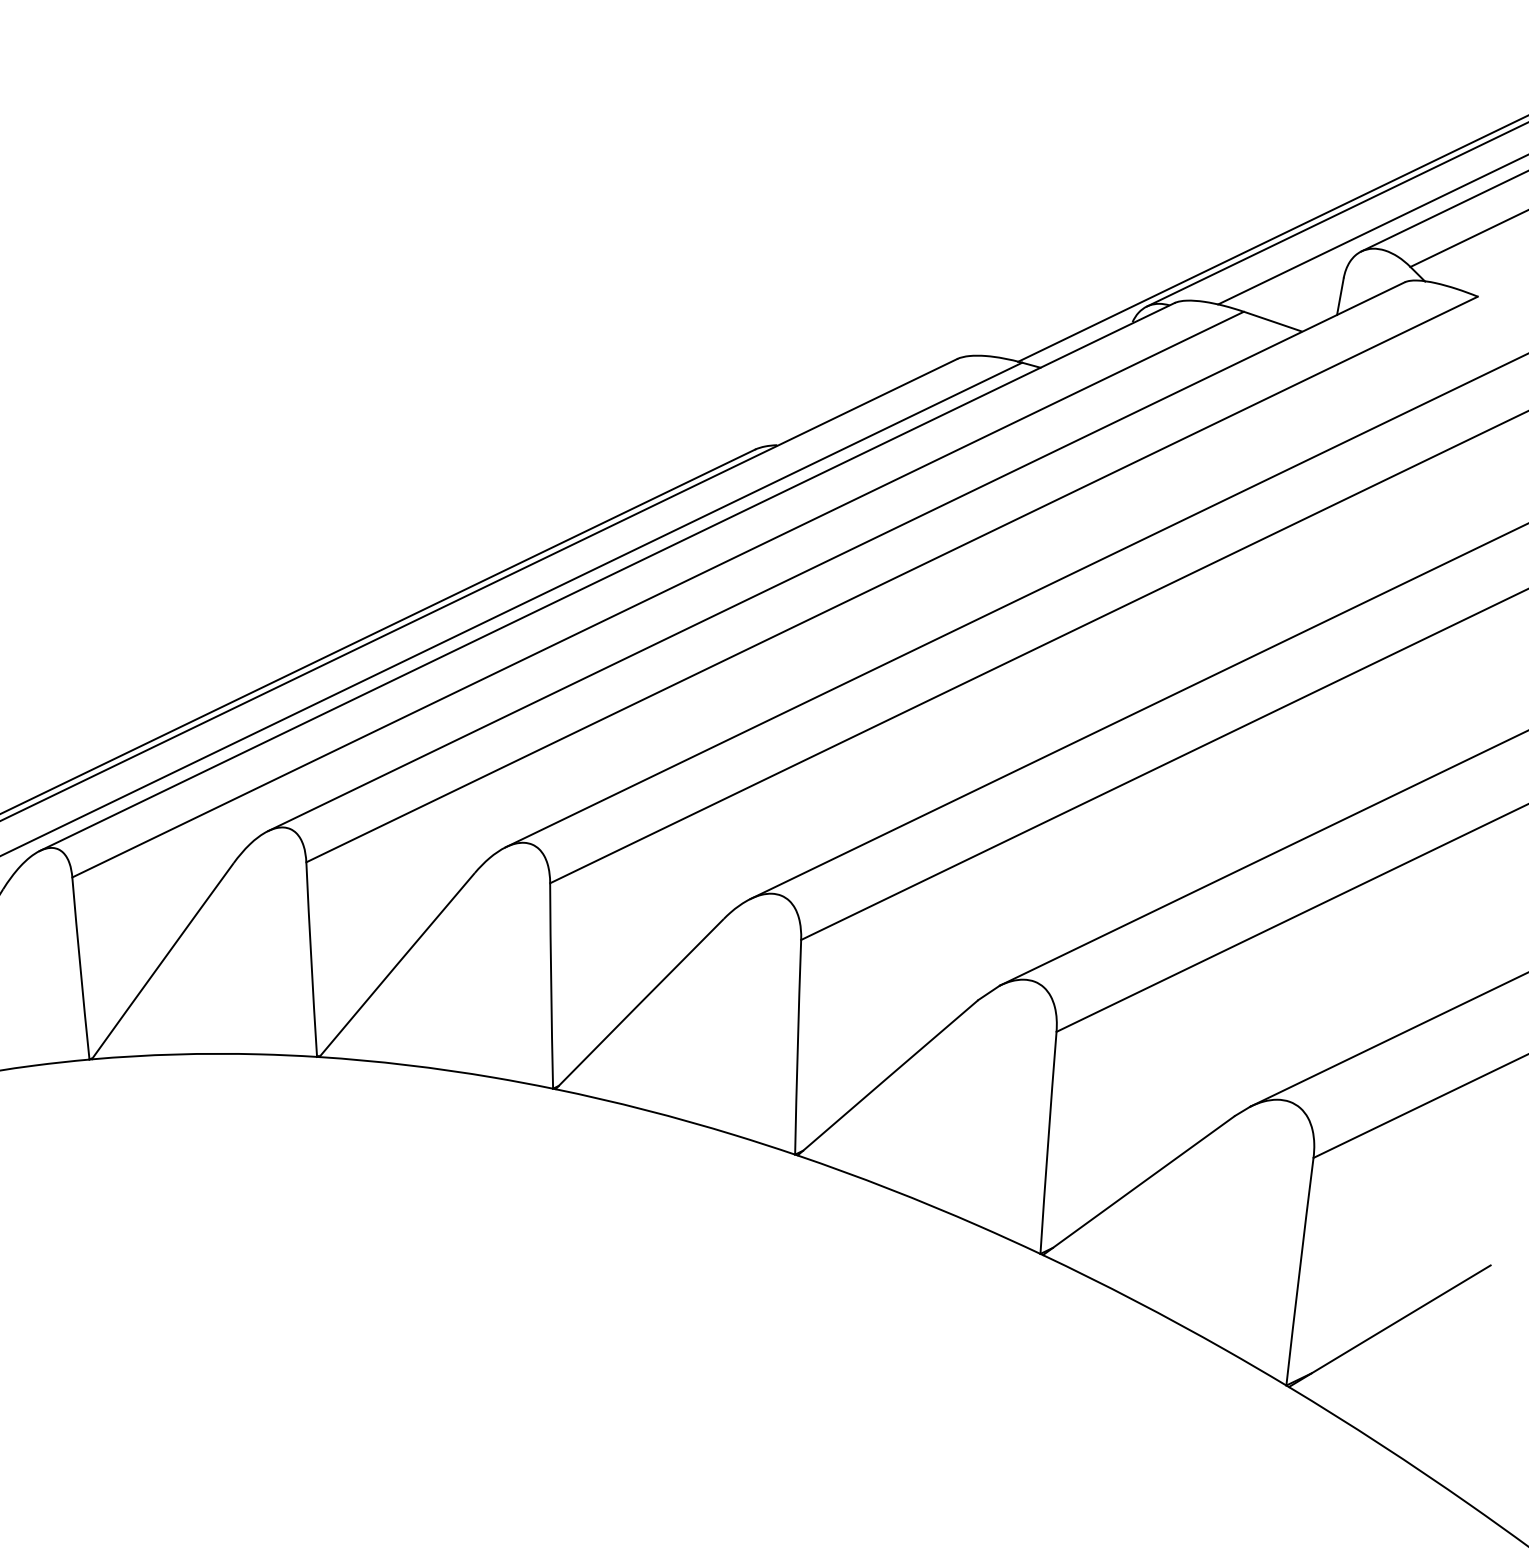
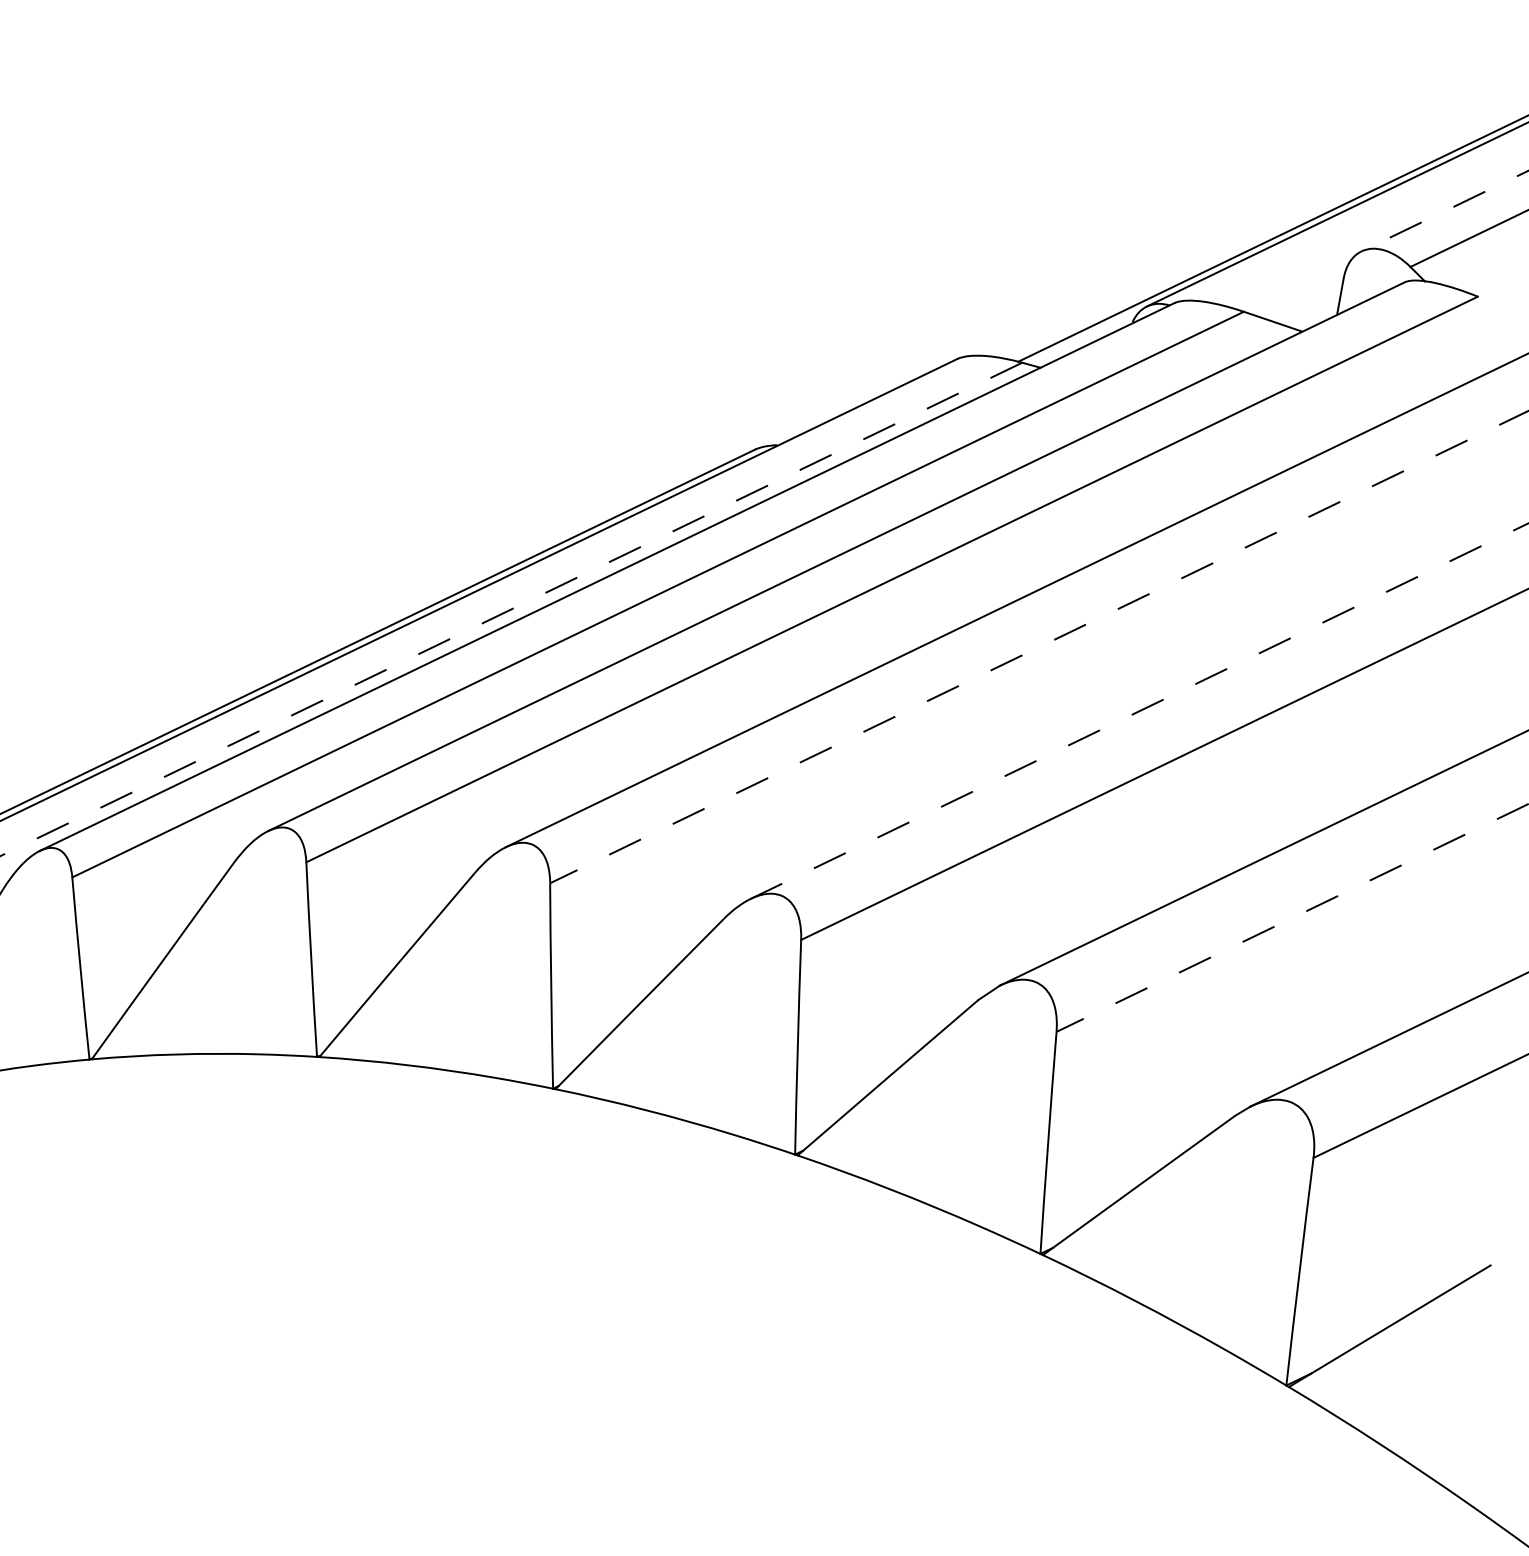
line at (1445, 211): solid -> dashed
line at (1371, 230): present -> none
line at (510, 609): solid -> dashed
line at (1039, 647): solid -> dashed
line at (1139, 711): solid -> dashed
line at (1292, 917): solid -> dashed
